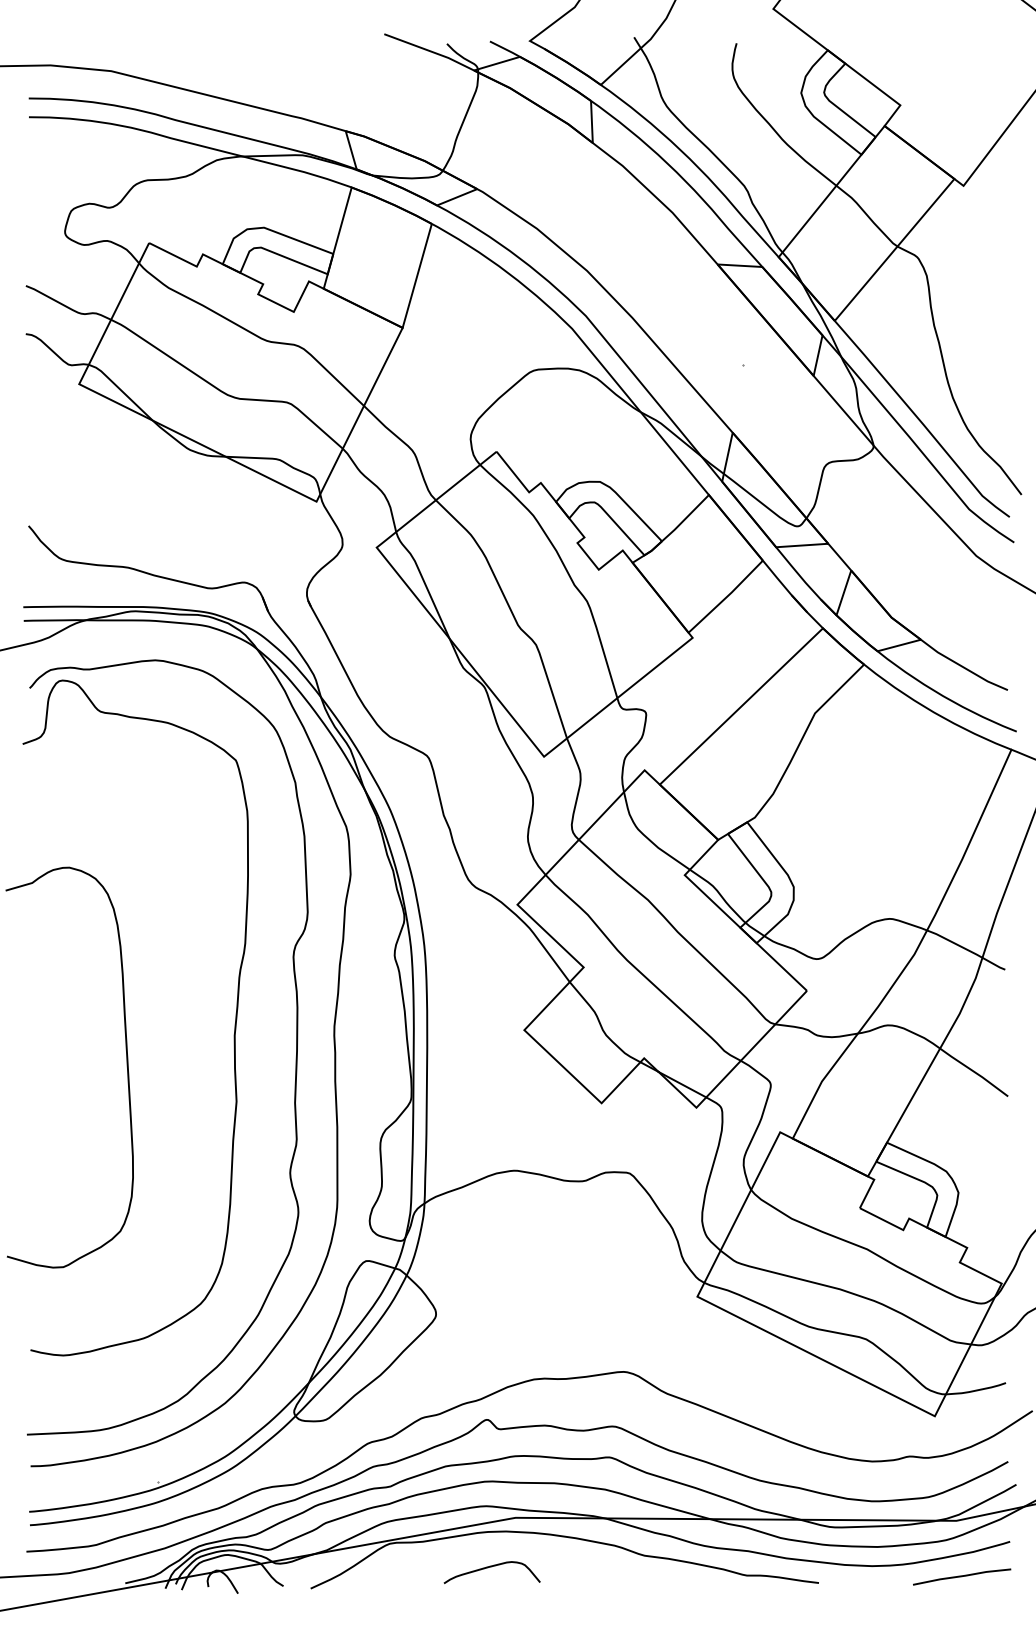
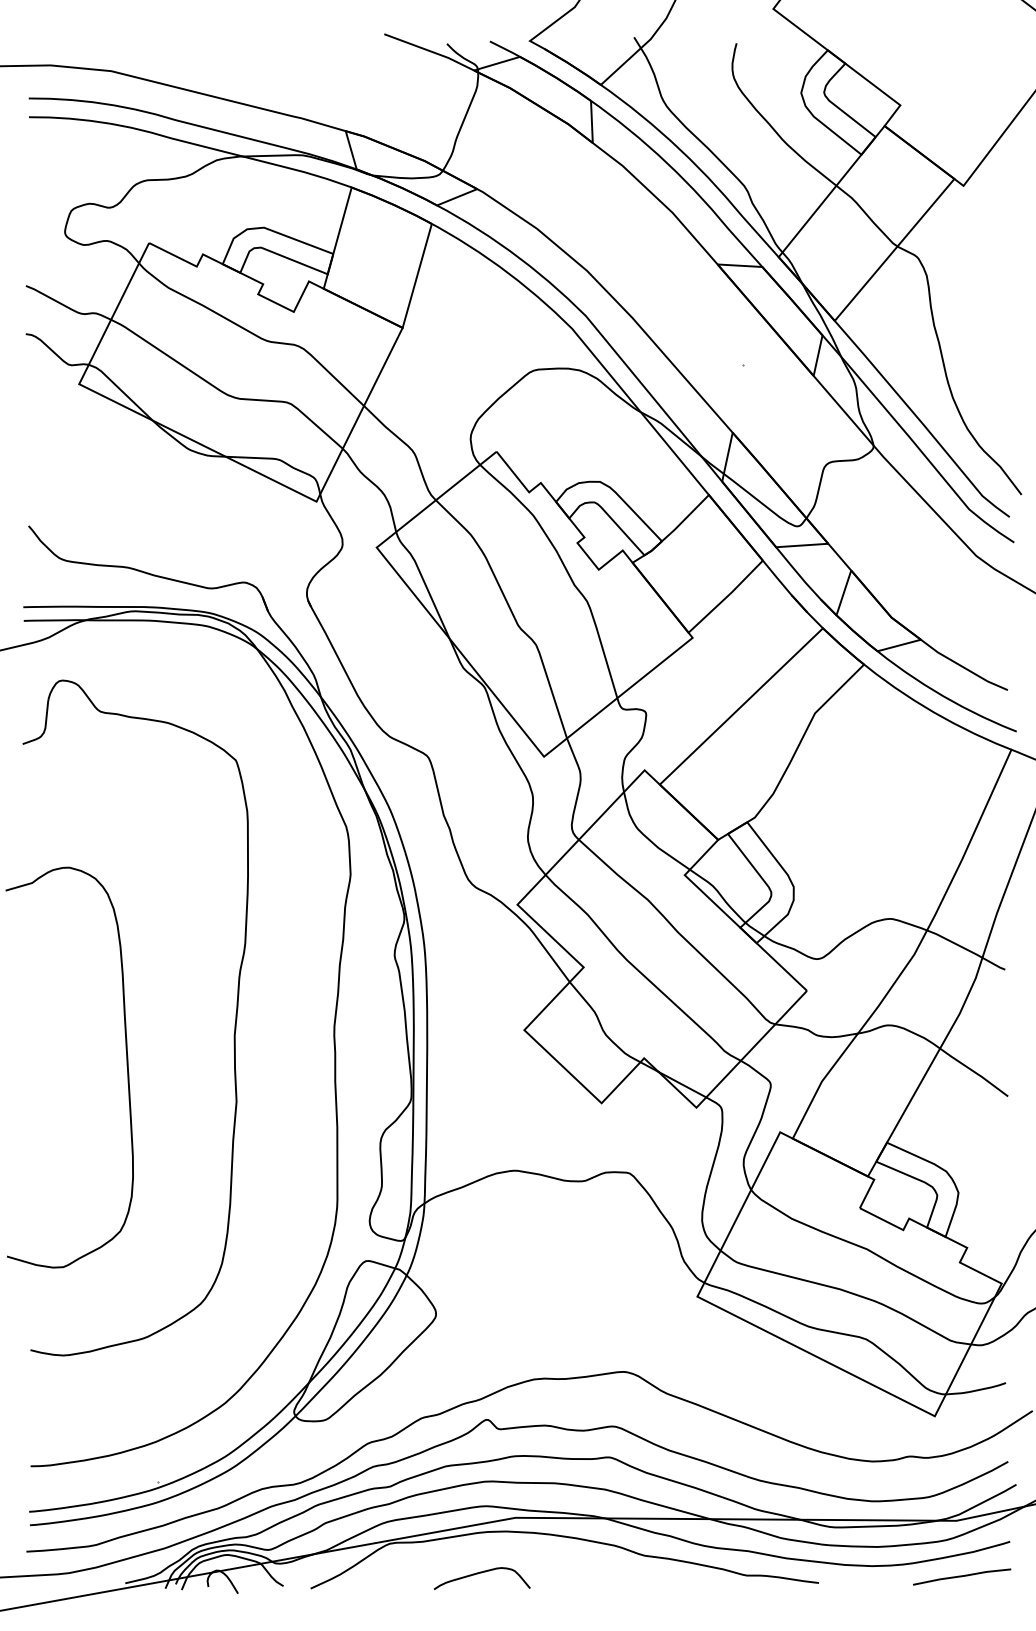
curve at (295, 1057): present -> none
curve at (491, 1567) position: (491, 1567) -> (481, 1573)
